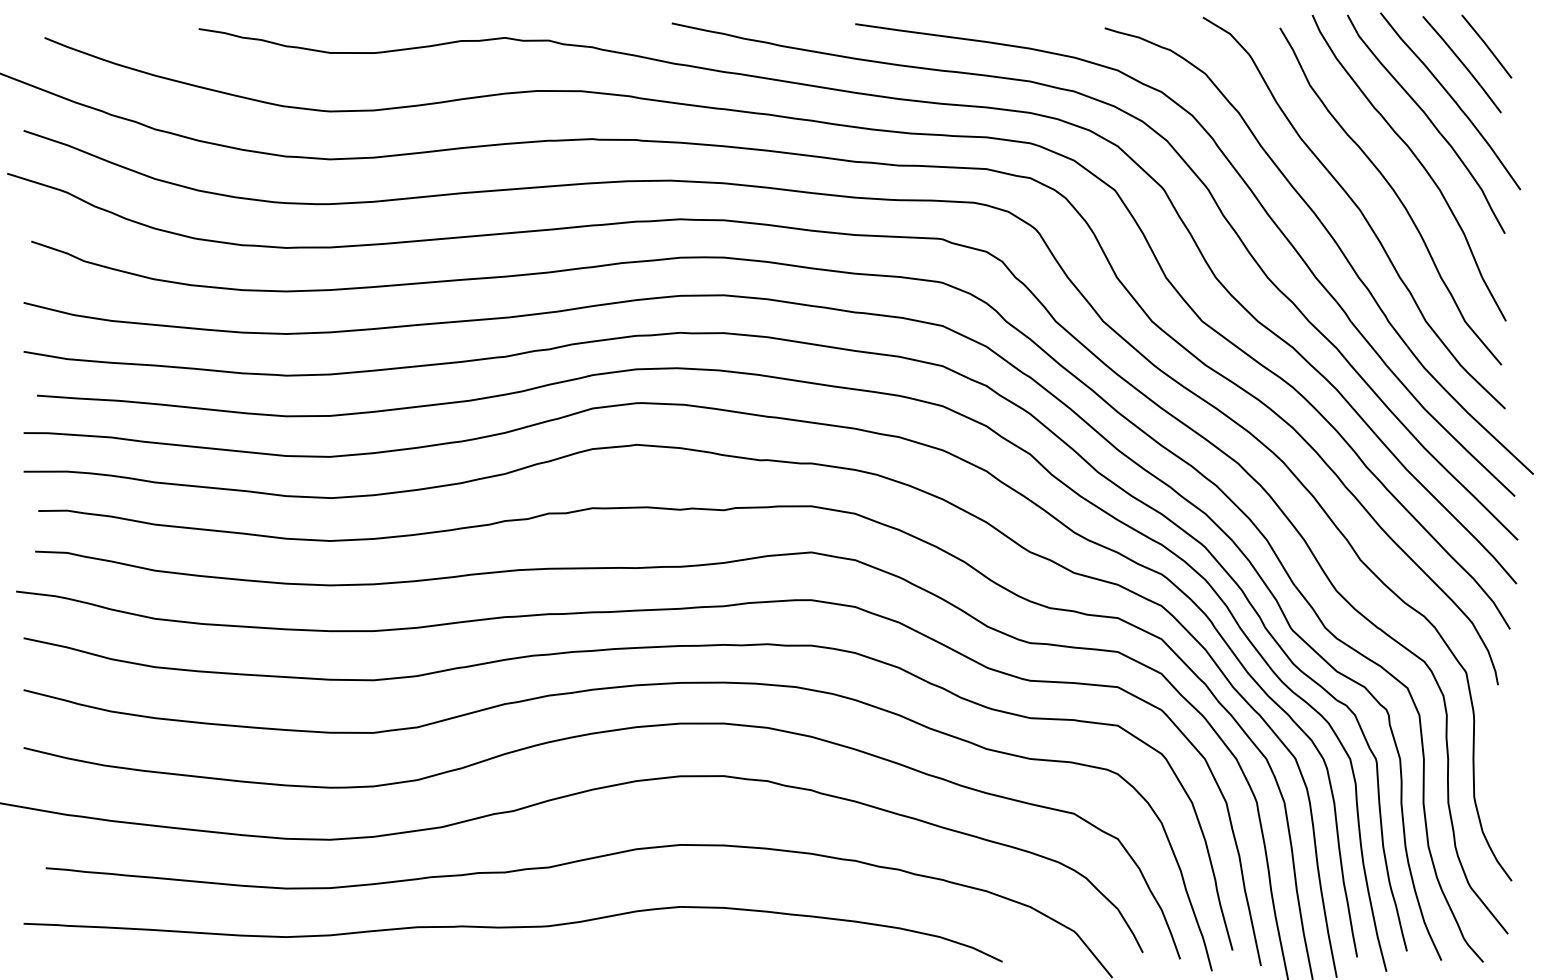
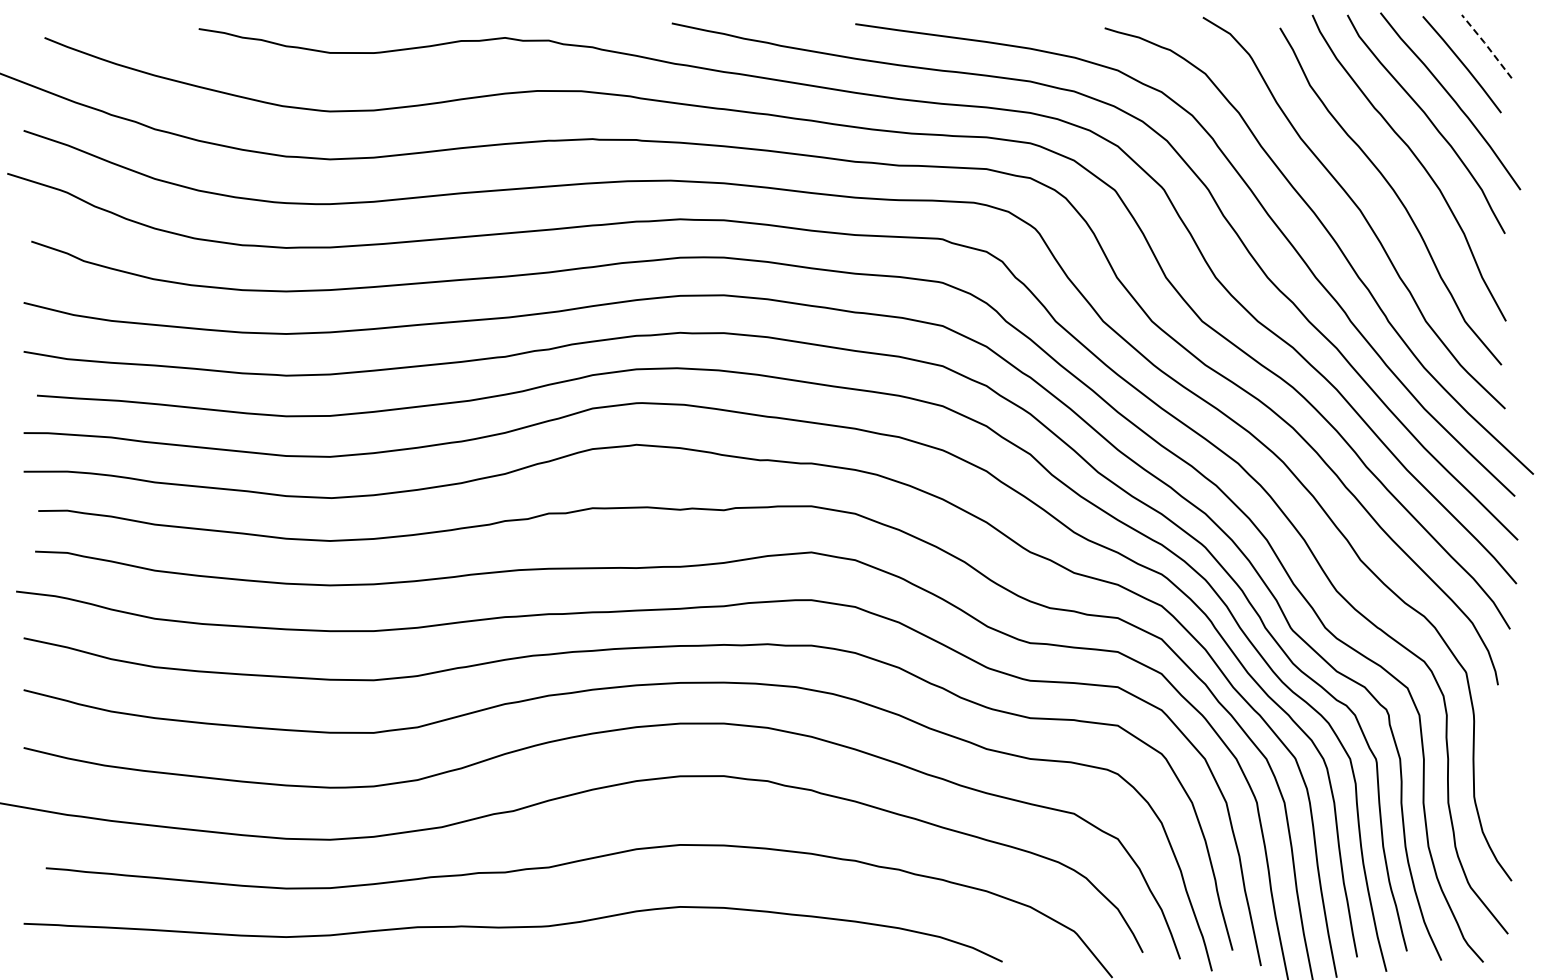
line at (1486, 45): solid -> dashed
